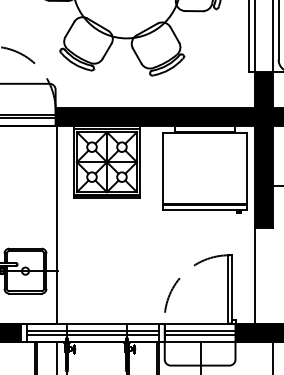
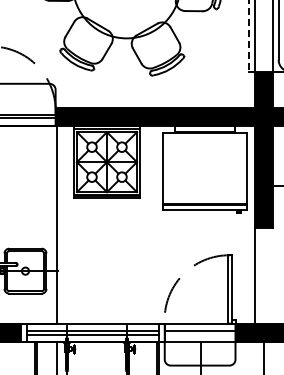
line at (248, 36): solid -> dashed
line at (199, 334): present -> none
line at (273, 356) position: (273, 356) -> (264, 356)
